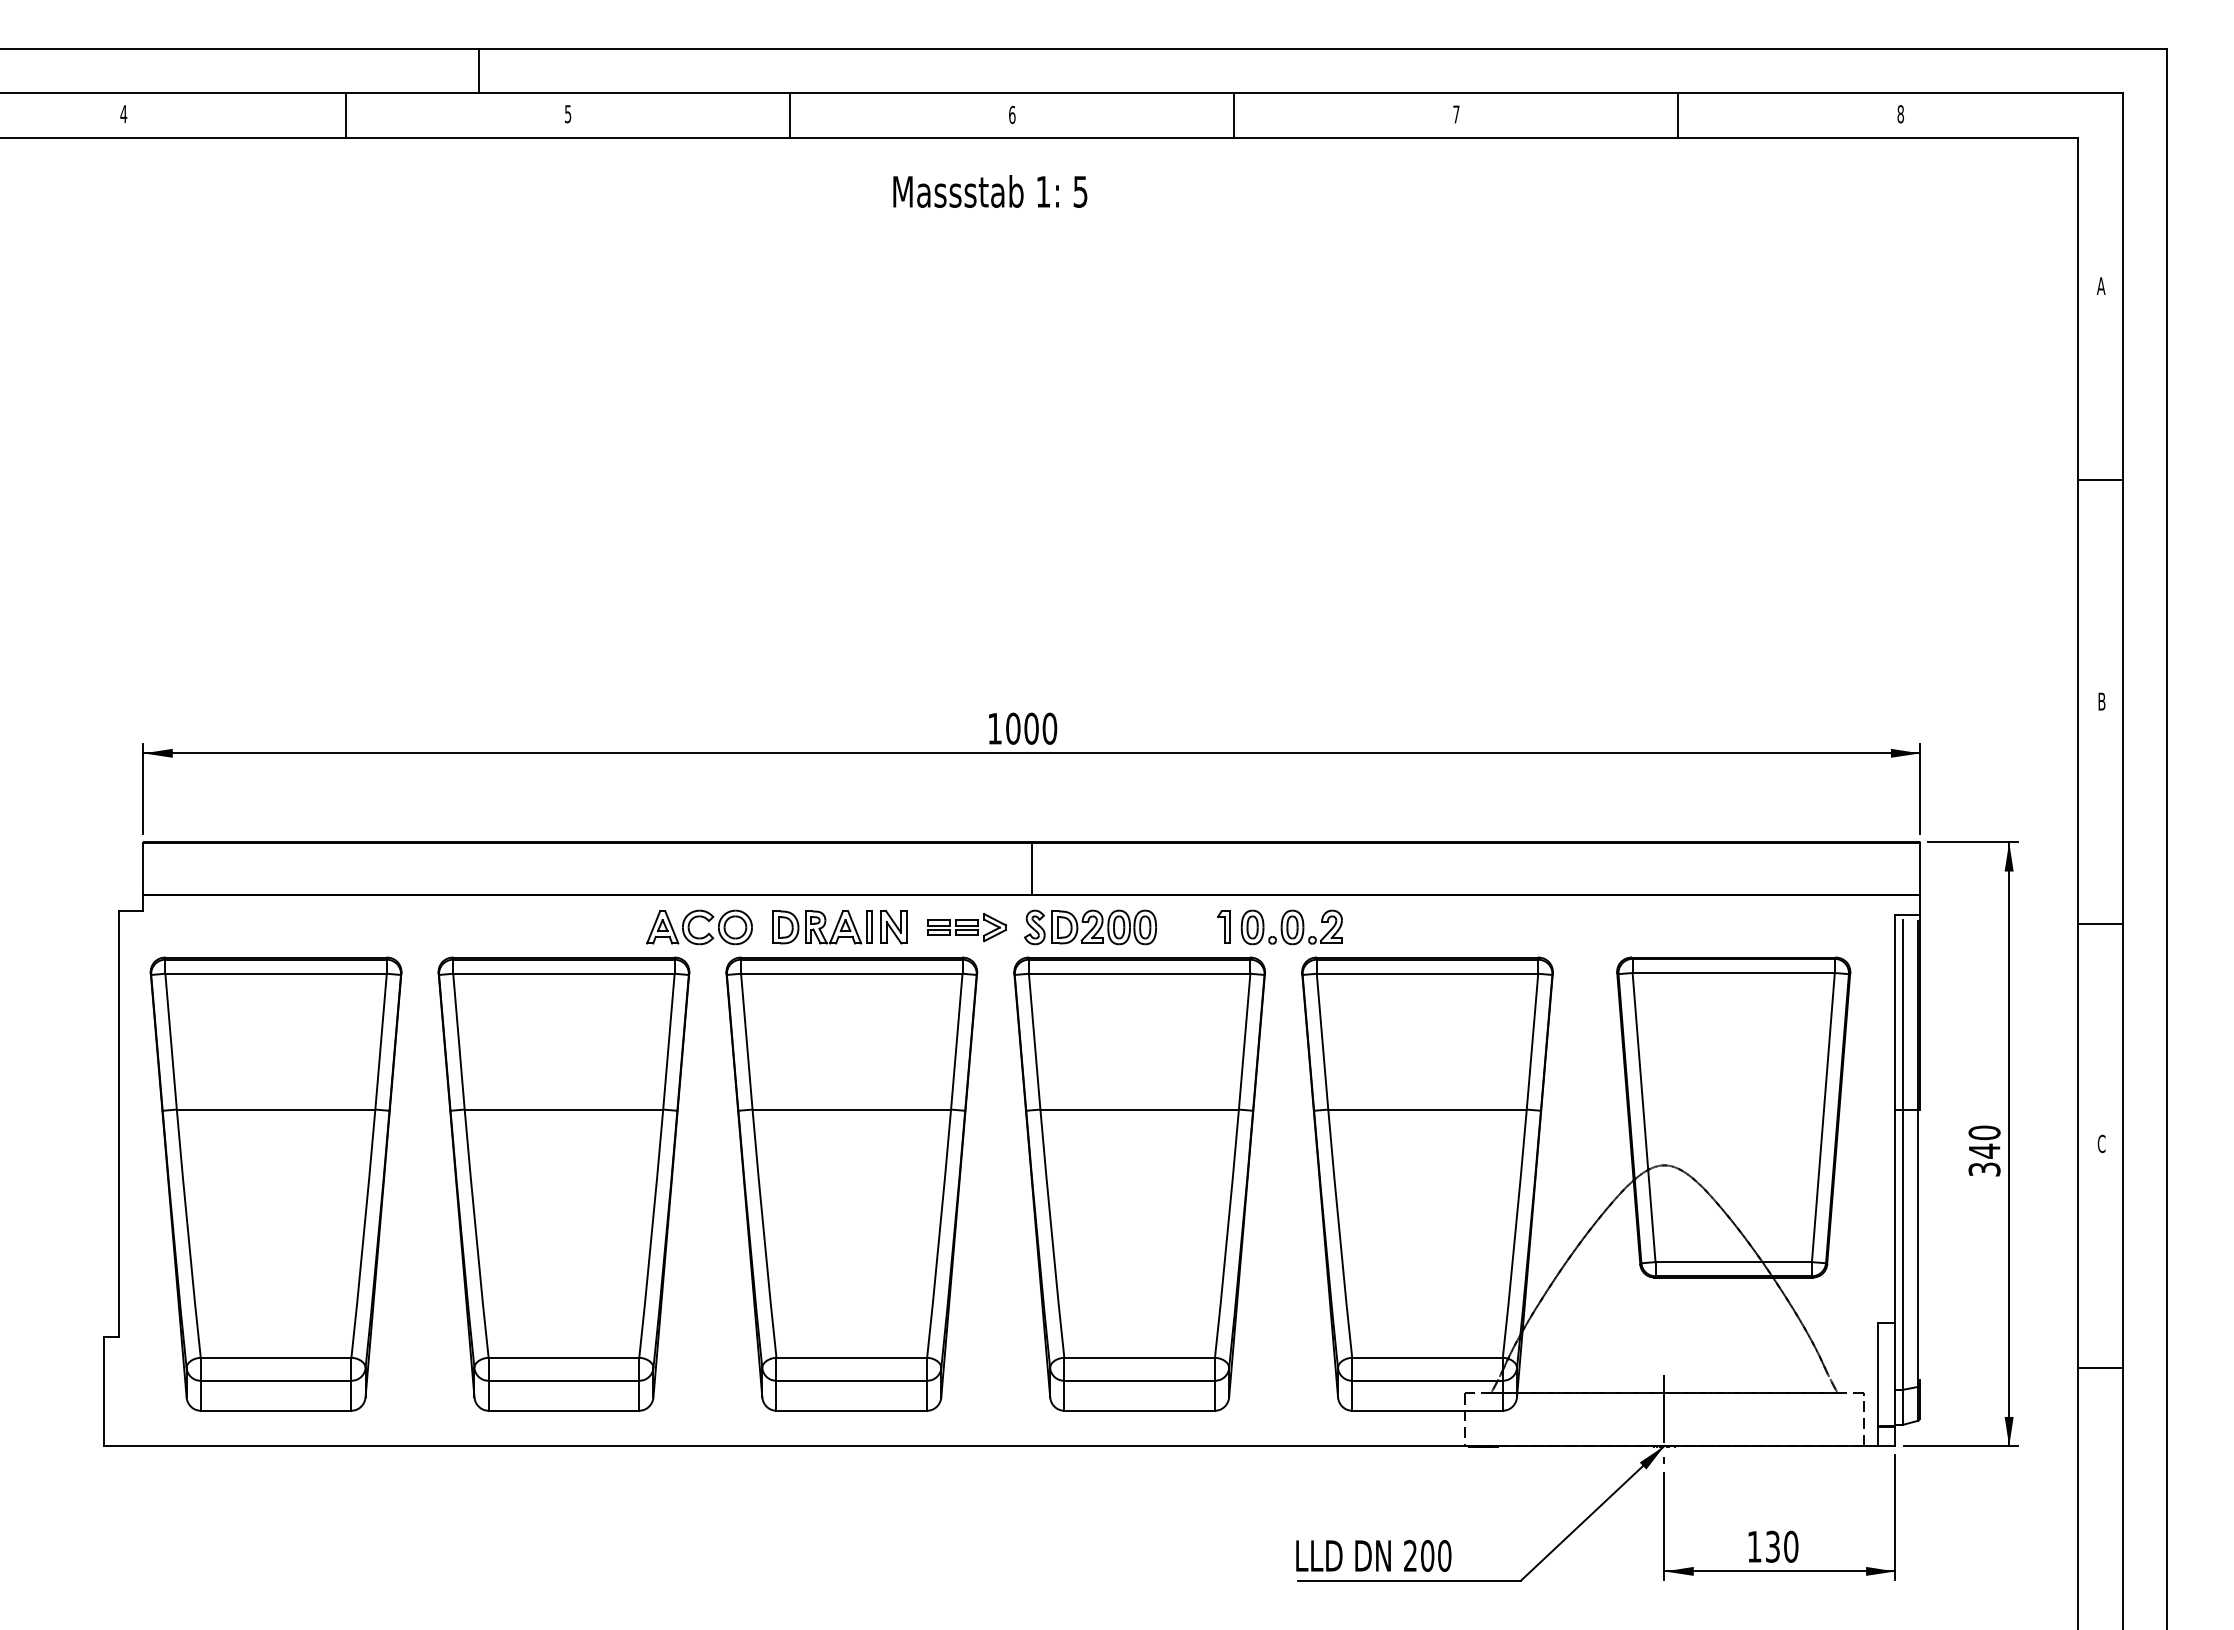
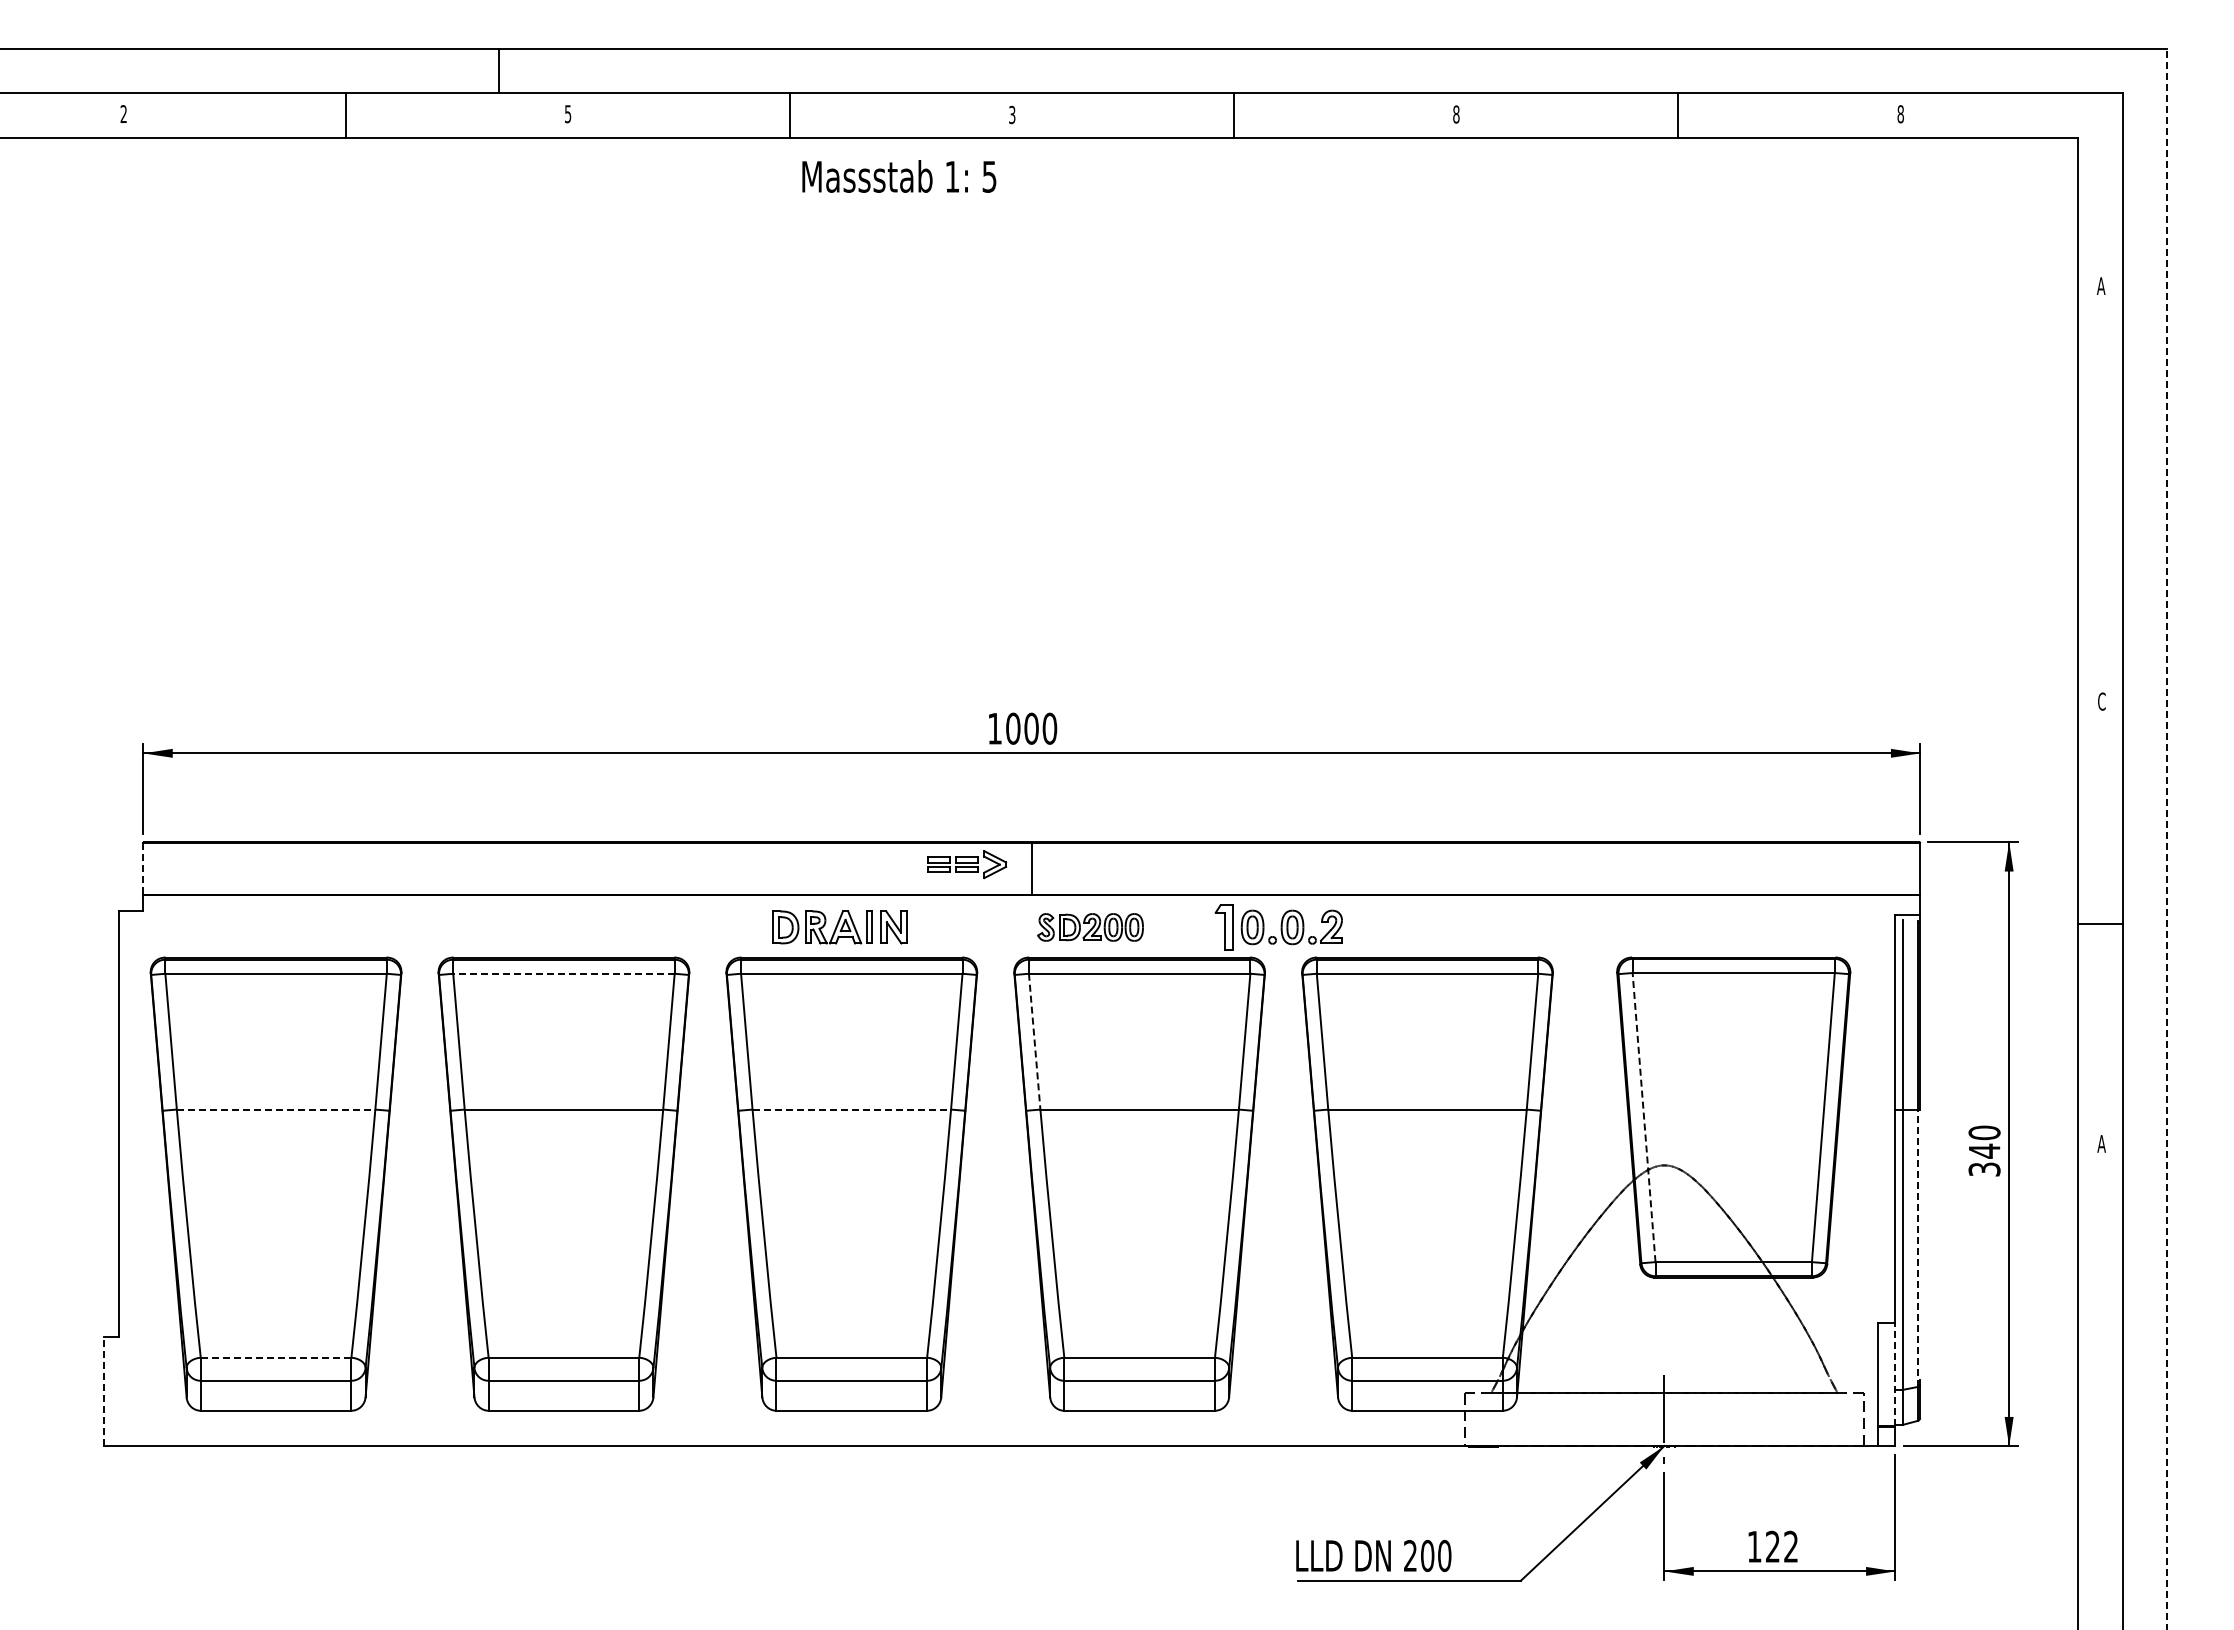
line at (478, 70) position: (478, 70) -> (498, 70)
text at (123, 113): 4 -> 2
text at (1012, 114): 6 -> 3
text at (1456, 114): 7 -> 8
text at (990, 191) position: (990, 191) -> (899, 176)
line at (2100, 479): present -> none
text at (2101, 701): B -> C
line at (2166, 838): solid -> dashed
line at (143, 869): solid -> dashed
part at (703, 918): present -> none
part at (1223, 926) size: 14x34 px -> 20x47 px
part at (967, 927) position: (967, 927) -> (967, 864)
part at (1090, 927) size: 133x37 px -> 107x29 px
line at (563, 973): solid -> dashed
line at (1034, 1042): solid -> dashed
line at (276, 1109): solid -> dashed
line at (852, 1109): solid -> dashed
line at (1644, 1117): solid -> dashed
text at (2101, 1143): C -> A
line at (1917, 1248): solid -> dashed
line at (276, 1357): solid -> dashed
line at (2100, 1368): present -> none
line at (1895, 1374): solid -> dashed
line at (104, 1391): solid -> dashed
text at (1782, 1546): 130 -> 122
